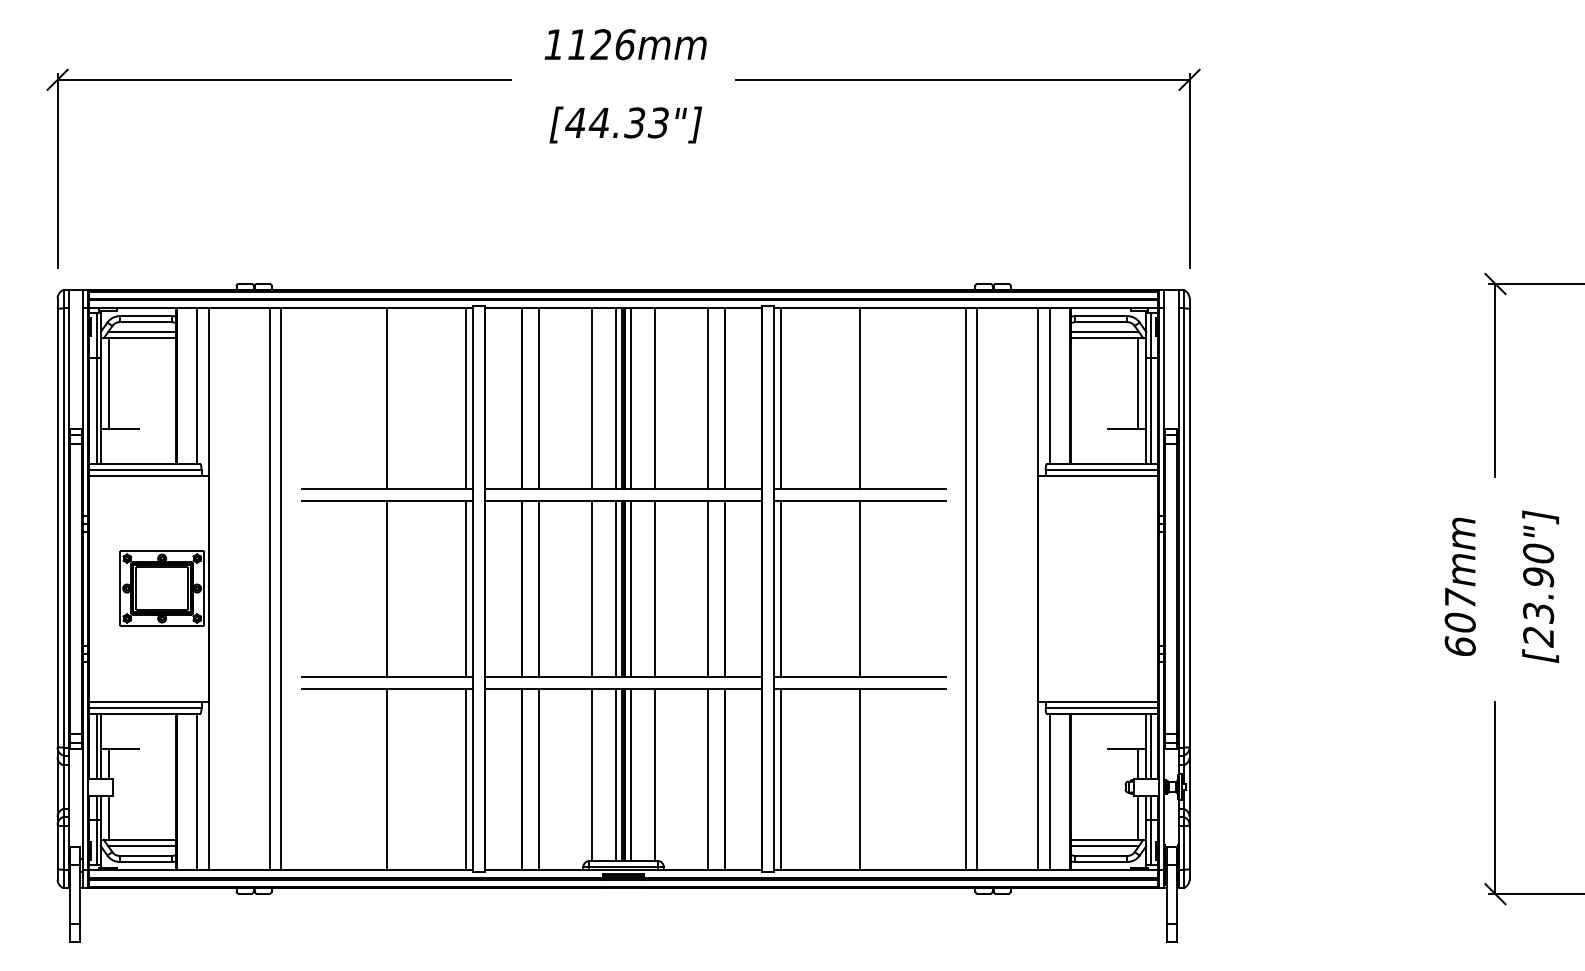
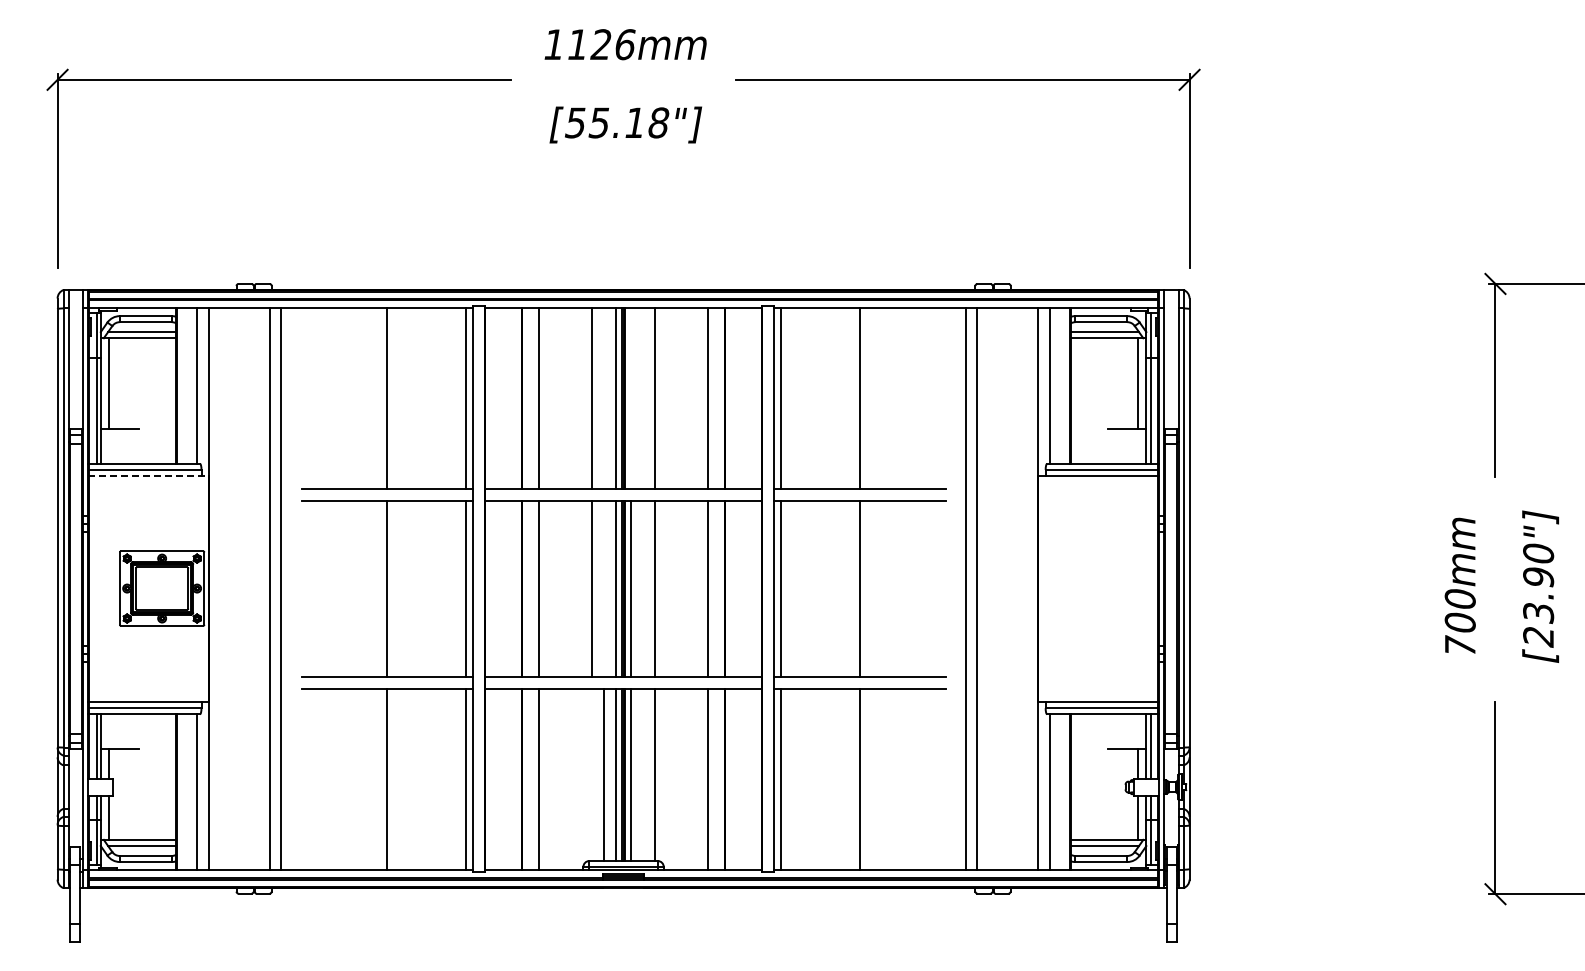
text at (617, 122): [44.33"] -> [55.18"]
line at (631, 398): present -> none
line at (148, 475): solid -> dashed
text at (1459, 621): 607mm -> 700mm
line at (591, 775) position: (591, 775) -> (603, 775)
